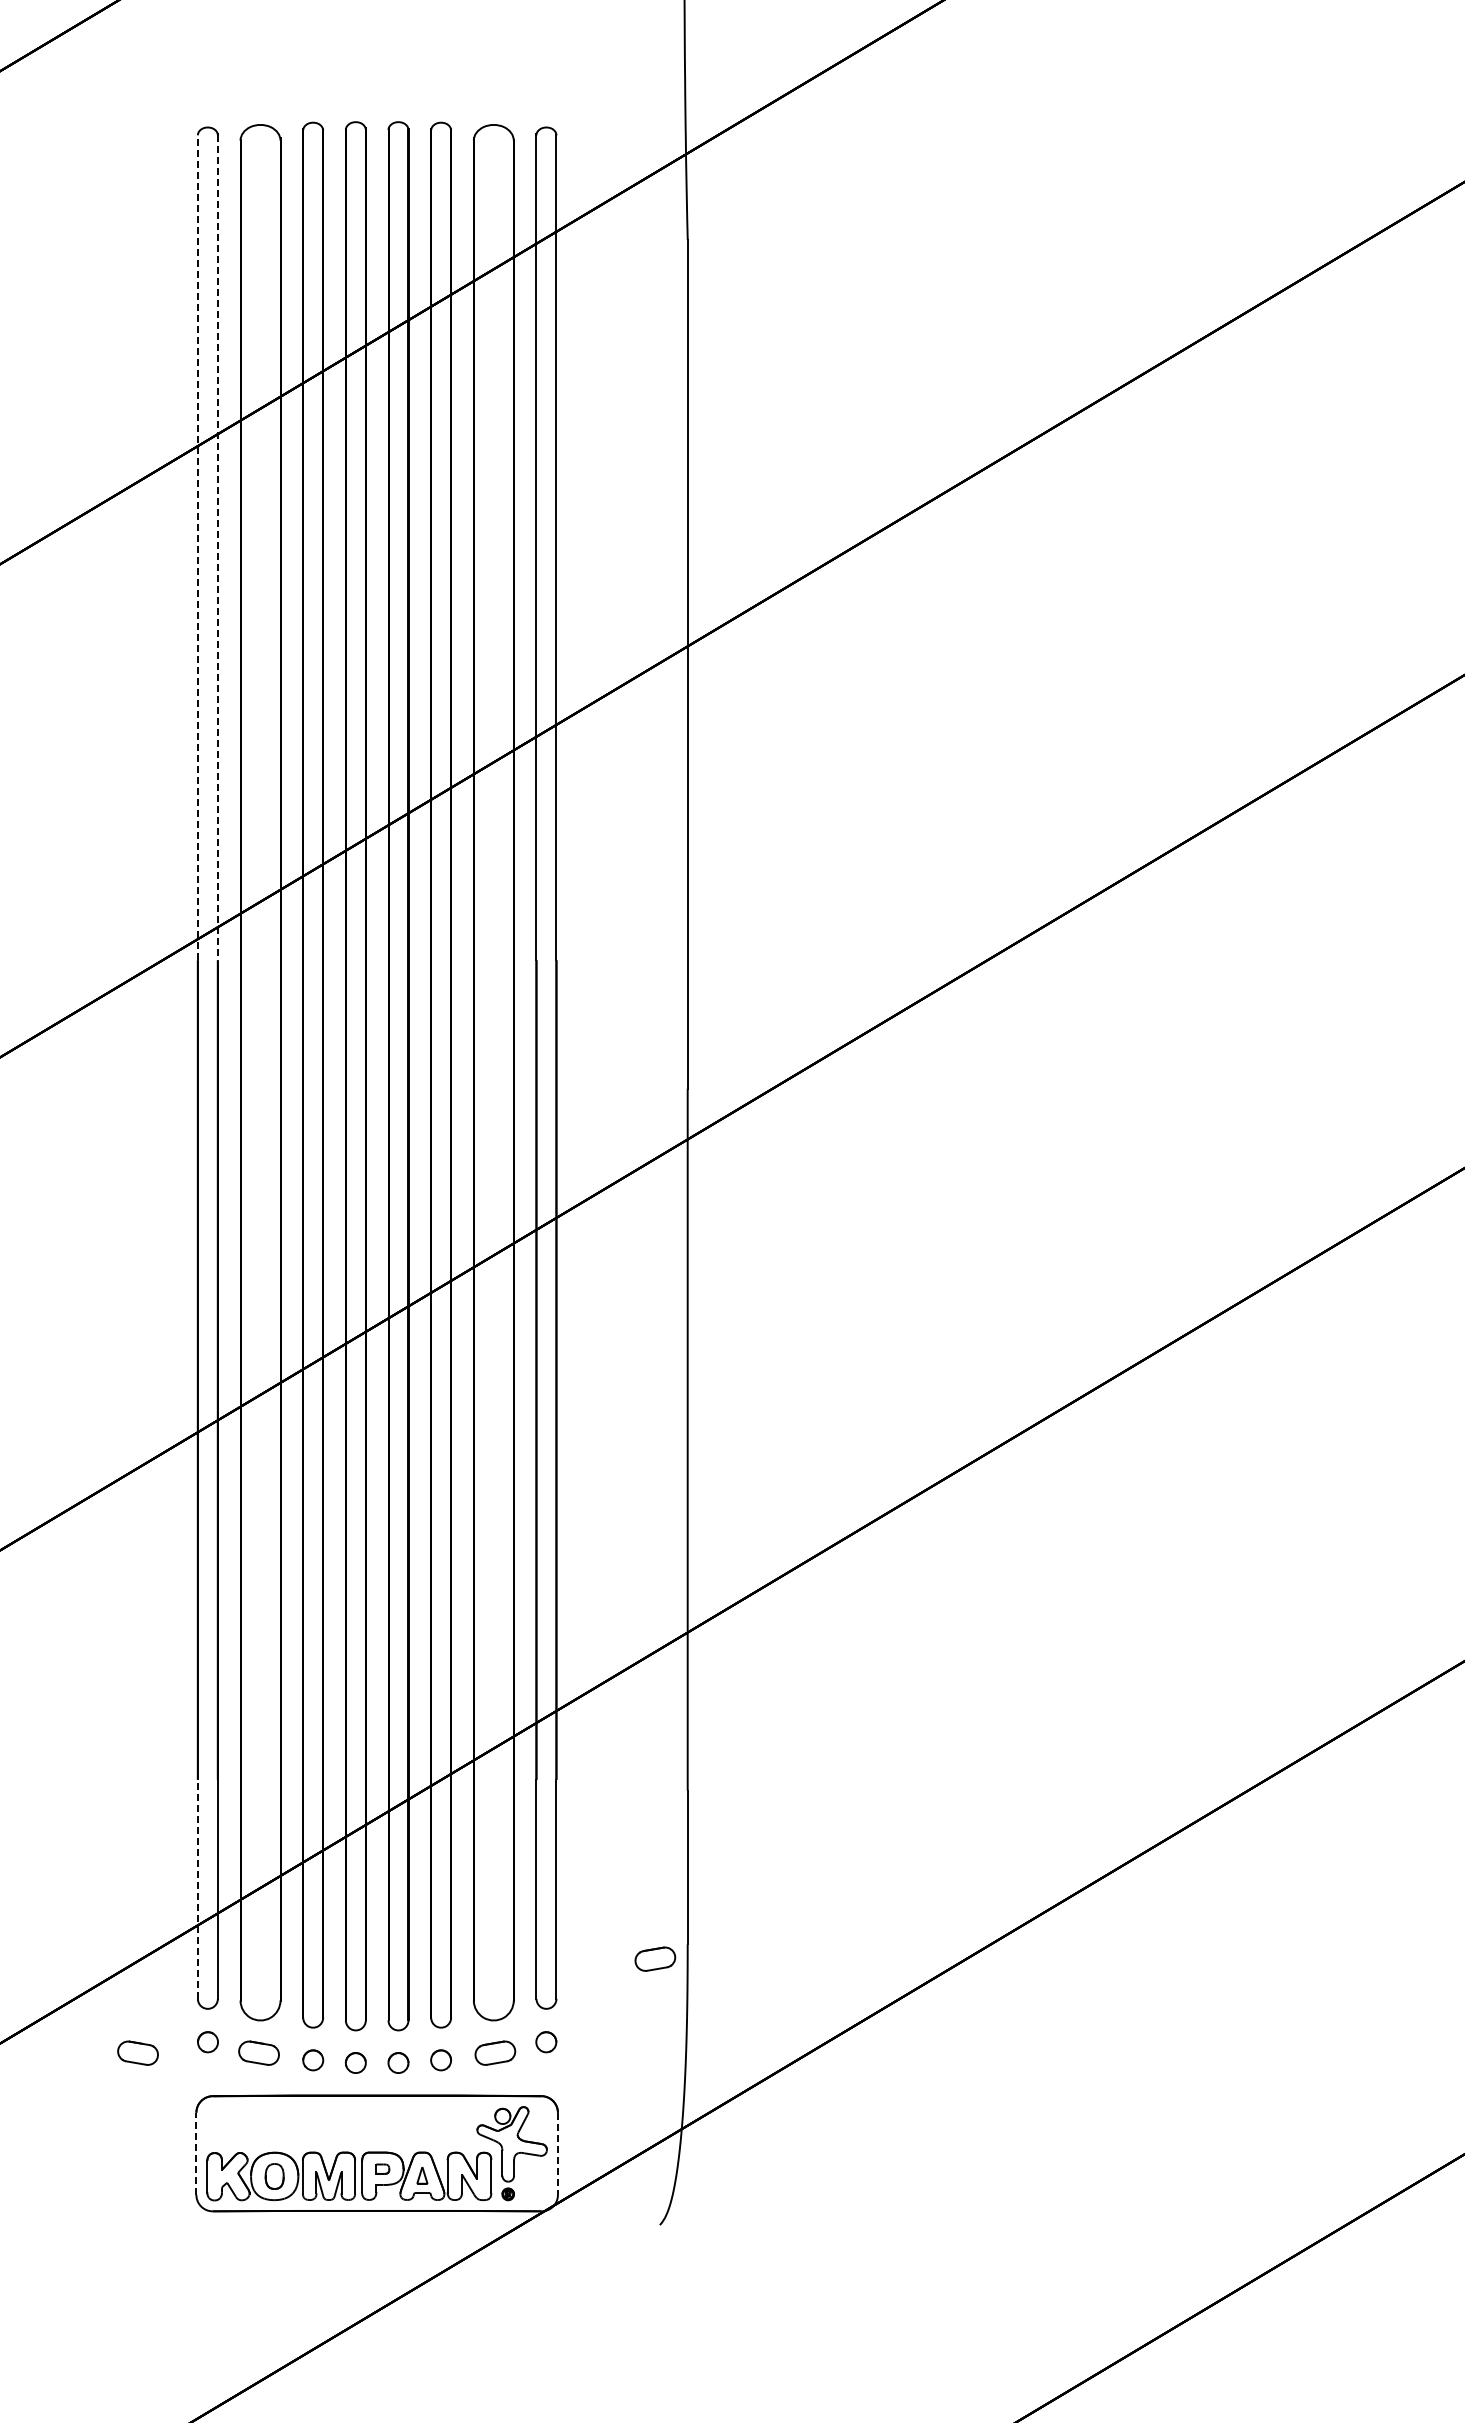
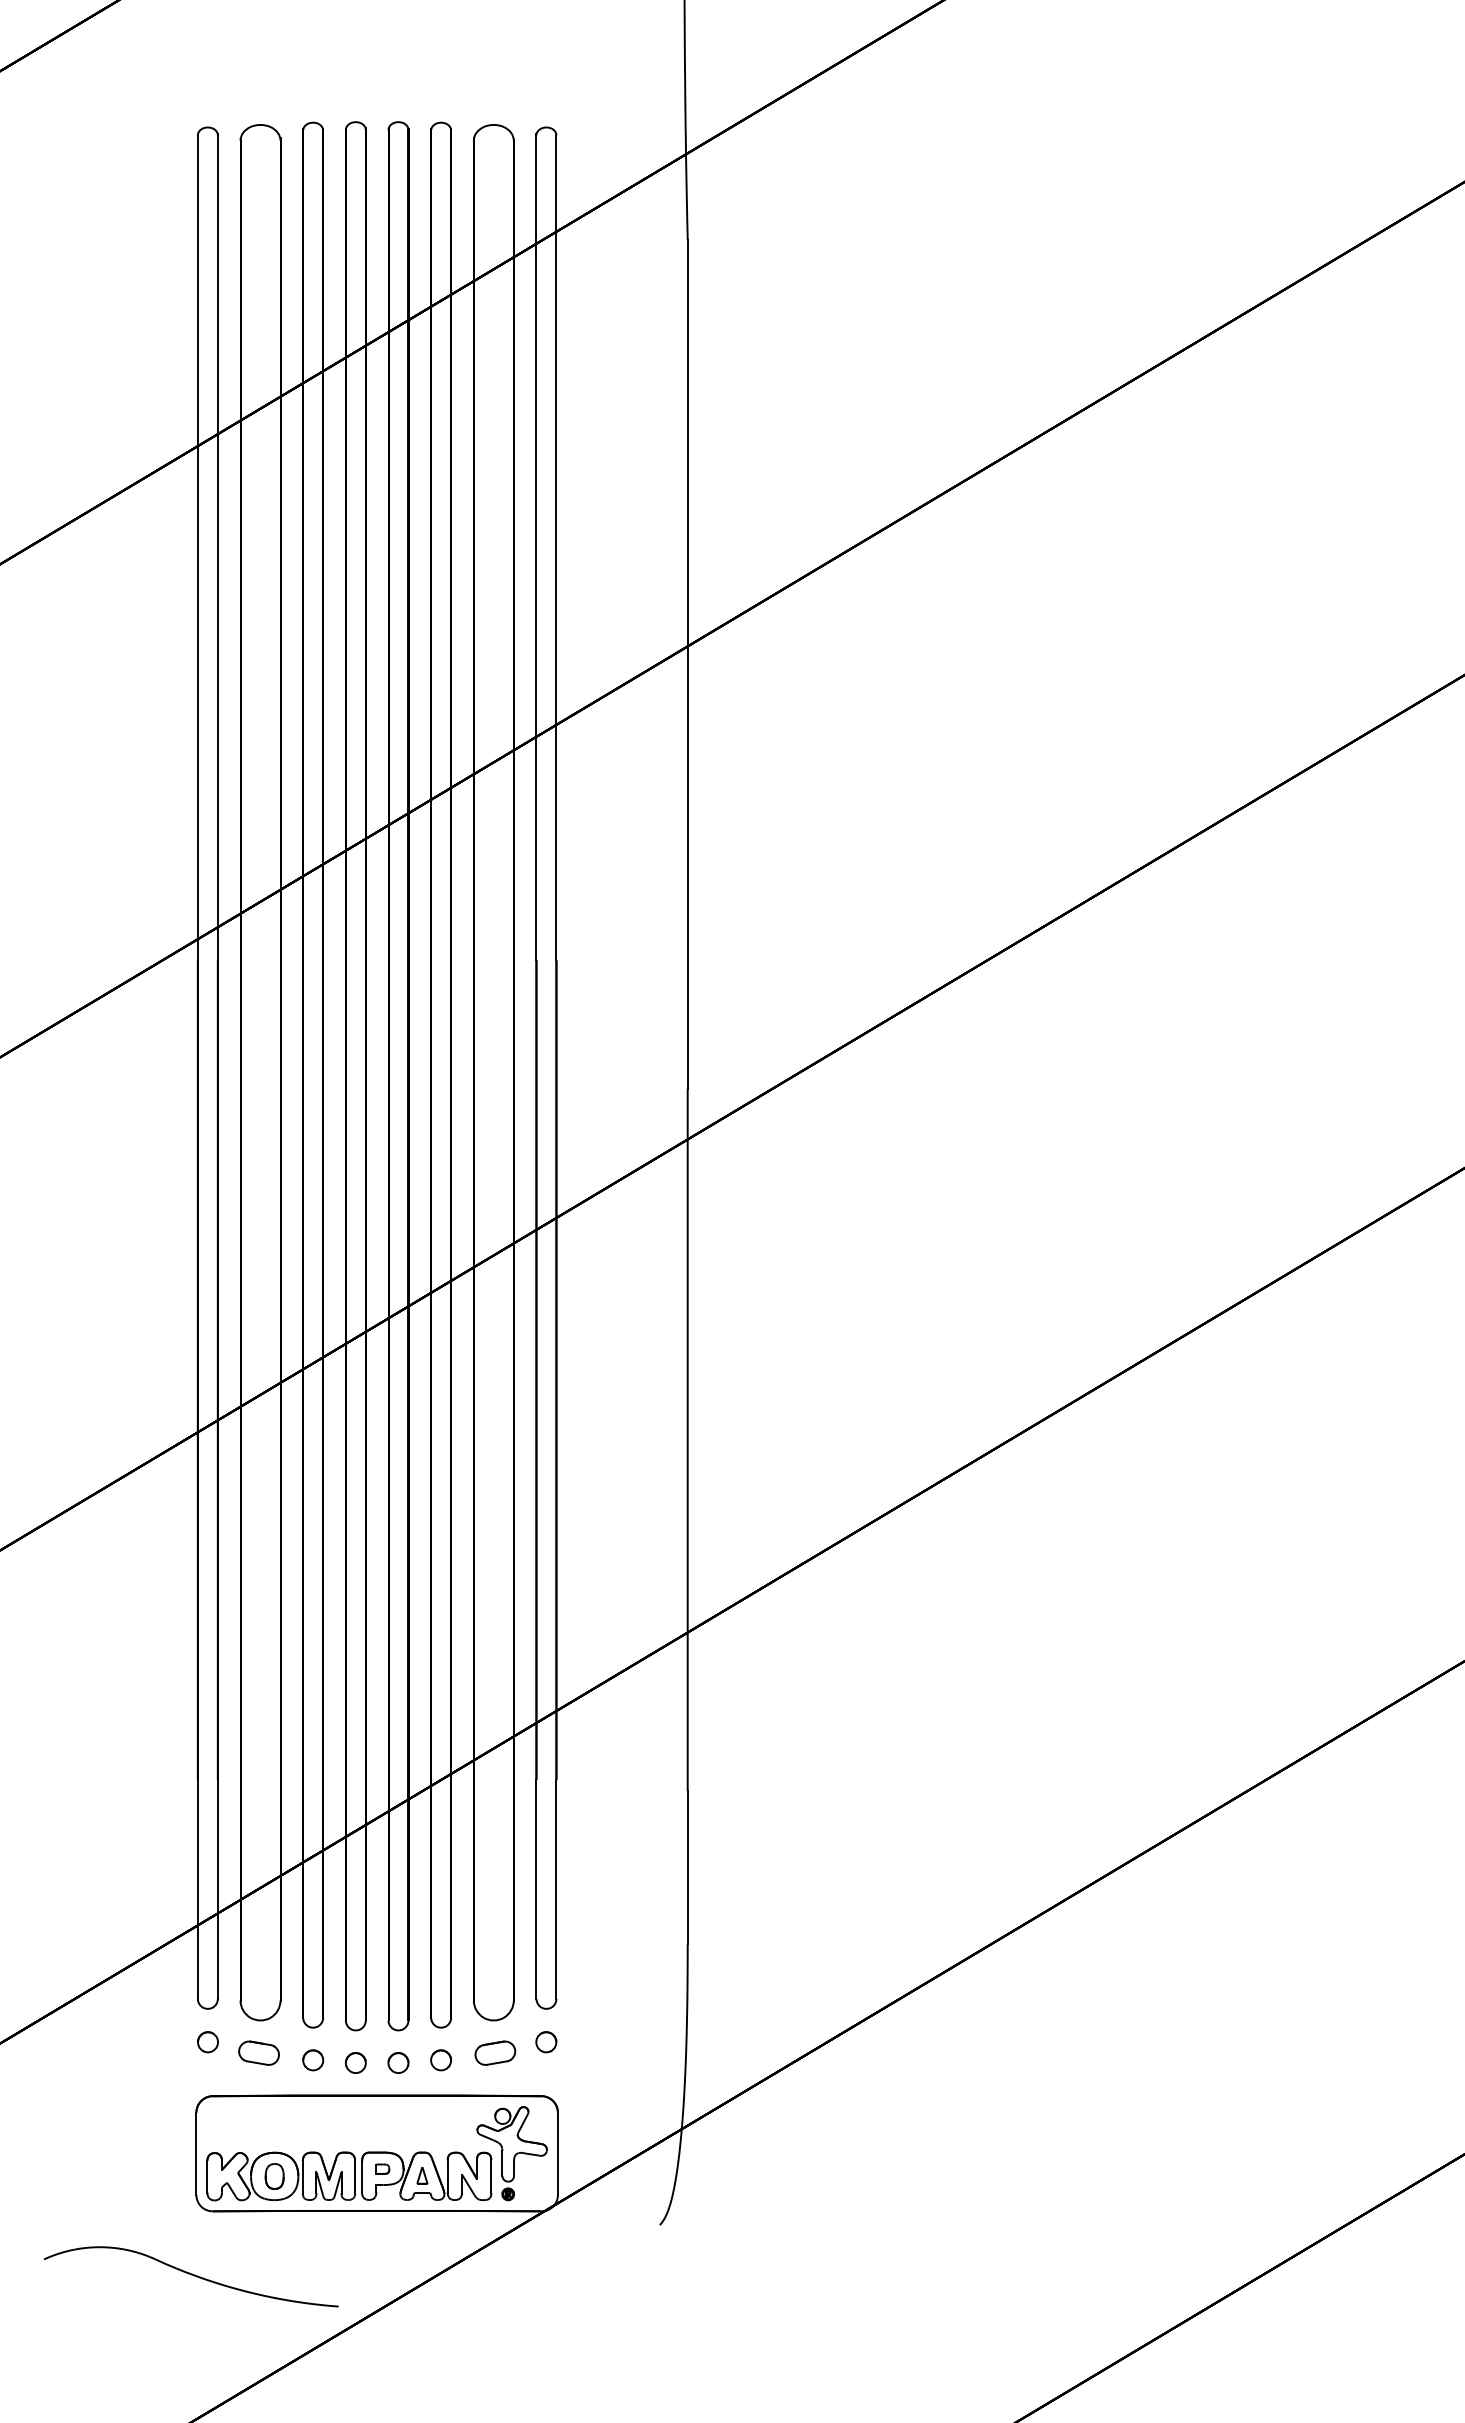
line at (197, 547): dashed -> solid
line at (217, 548): dashed -> solid
line at (197, 1888): dashed -> solid
part at (655, 1958): present -> none
part at (137, 2052): present -> none
line at (196, 2153): dashed -> solid
line at (557, 2154): dashed -> solid
part at (191, 2276): none -> present
